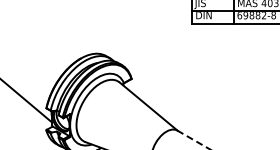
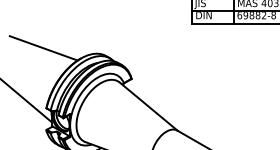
line at (43, 48): none -> present
line at (194, 140): dashed -> solid
